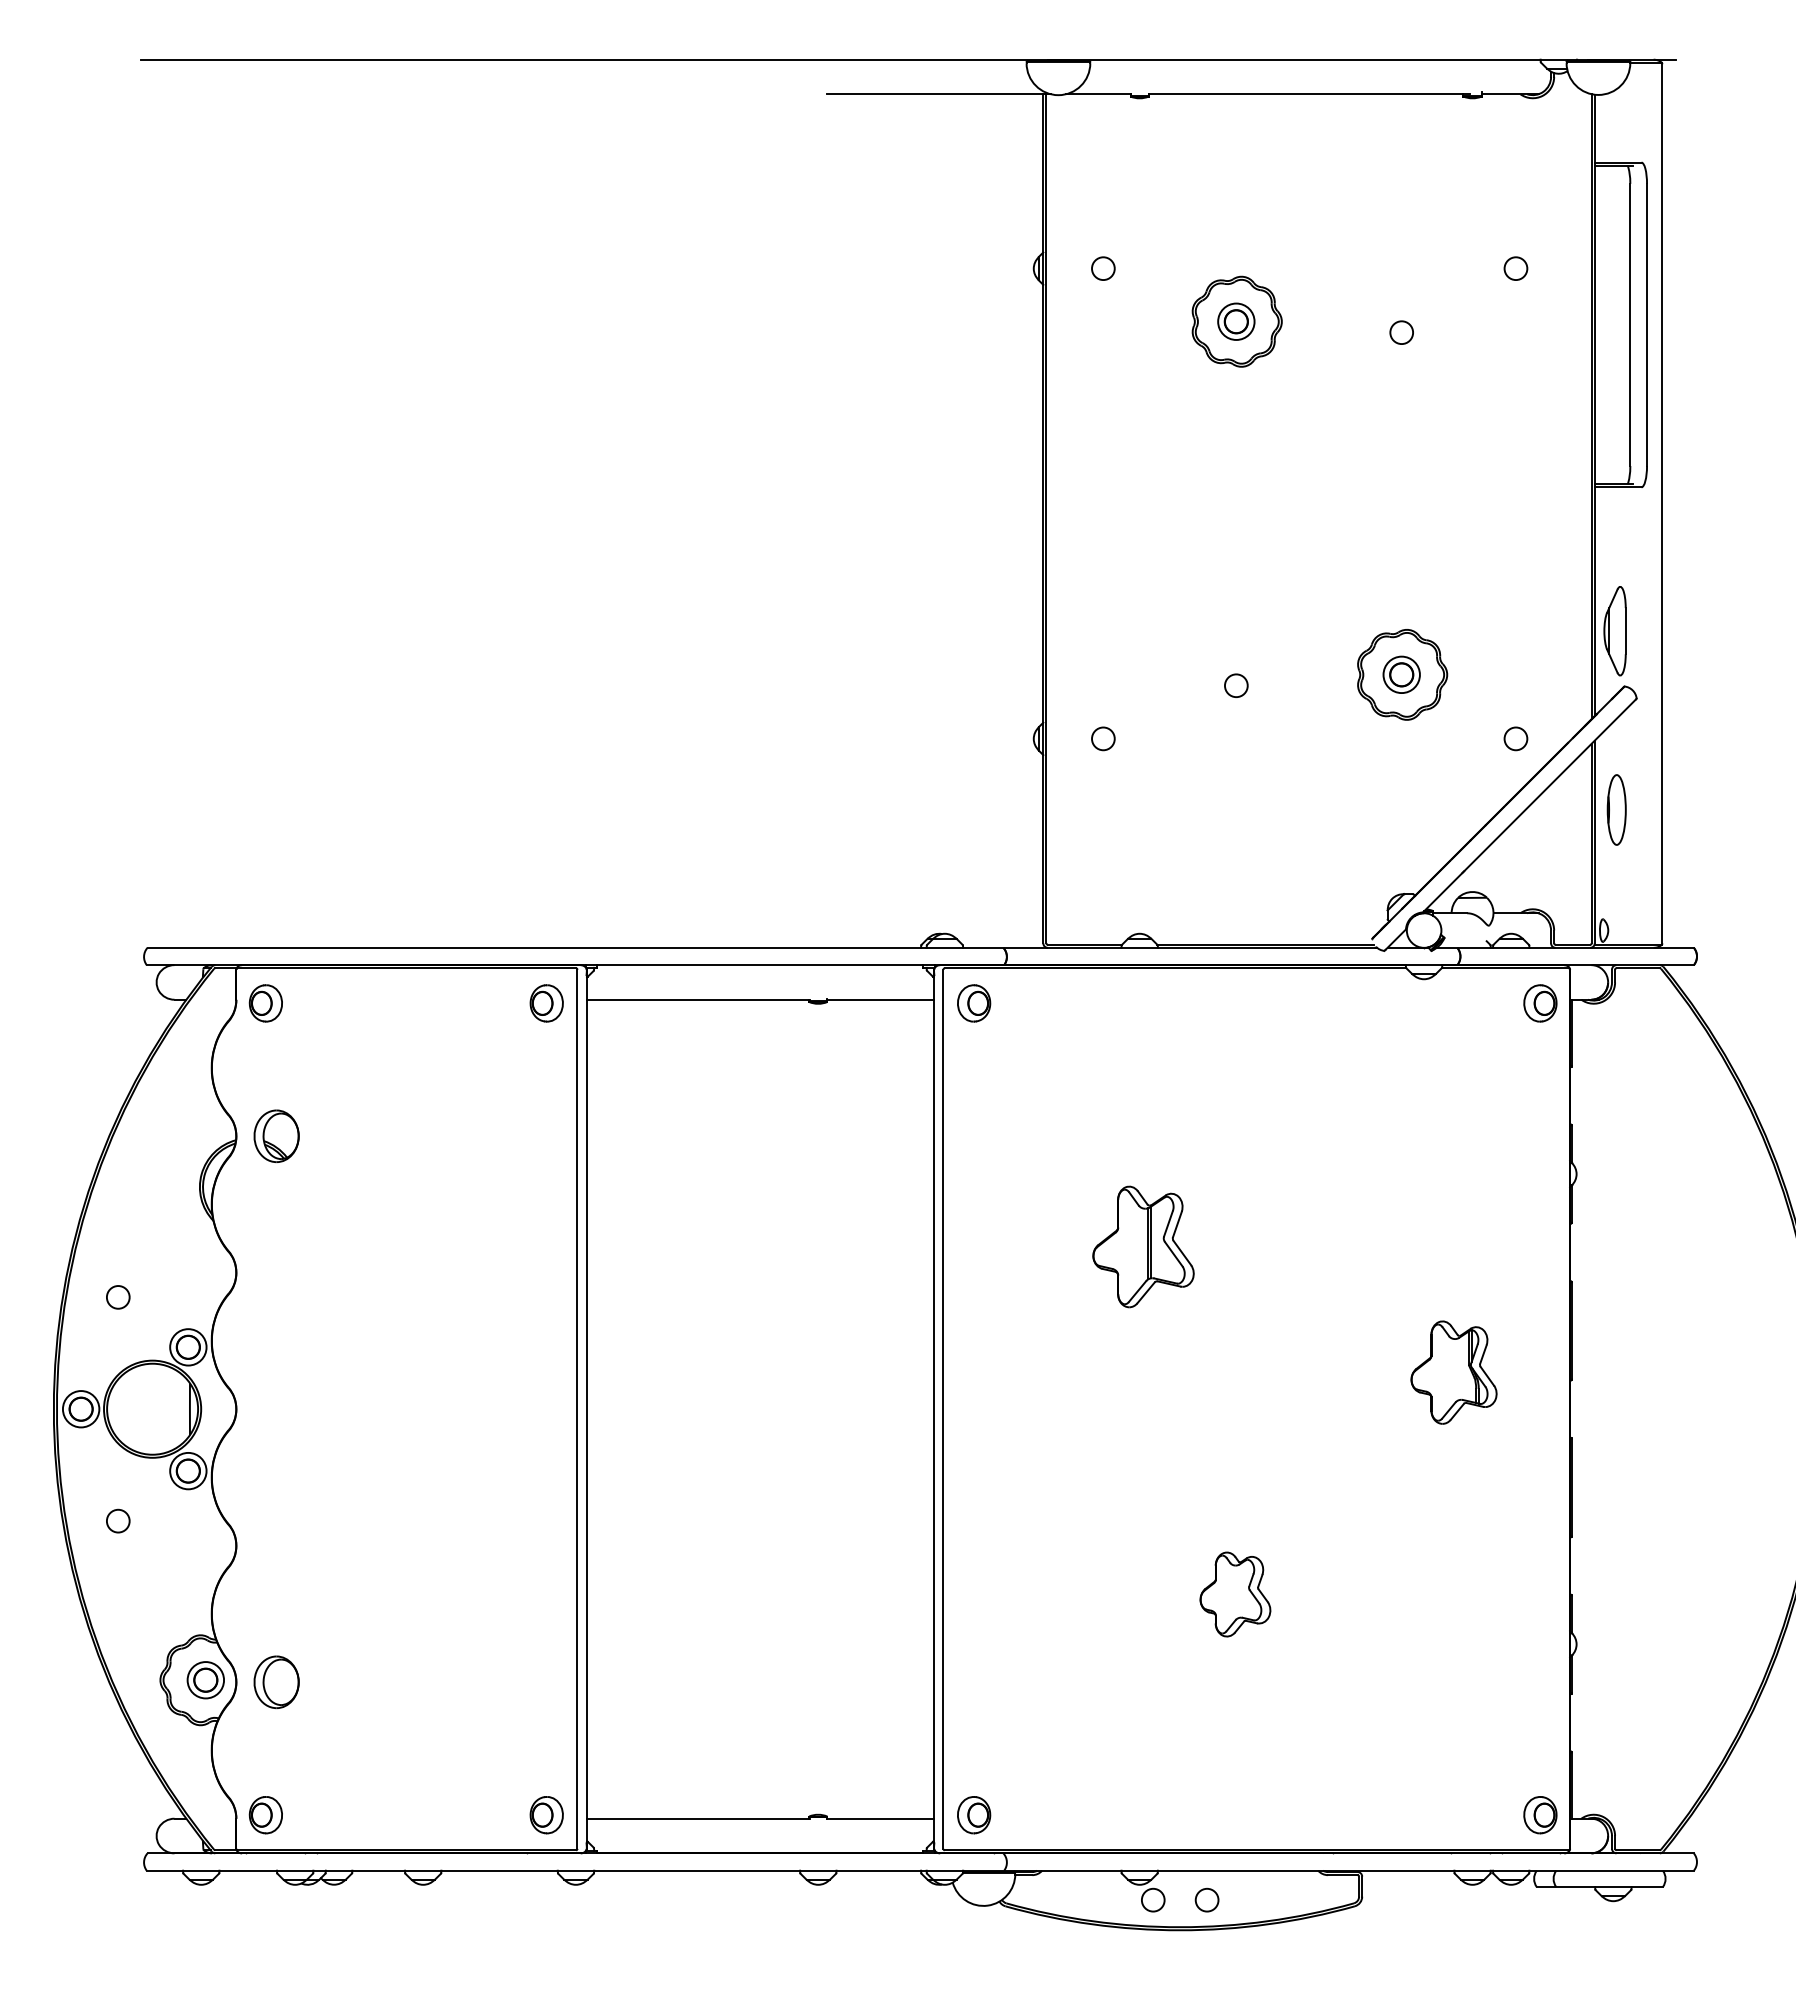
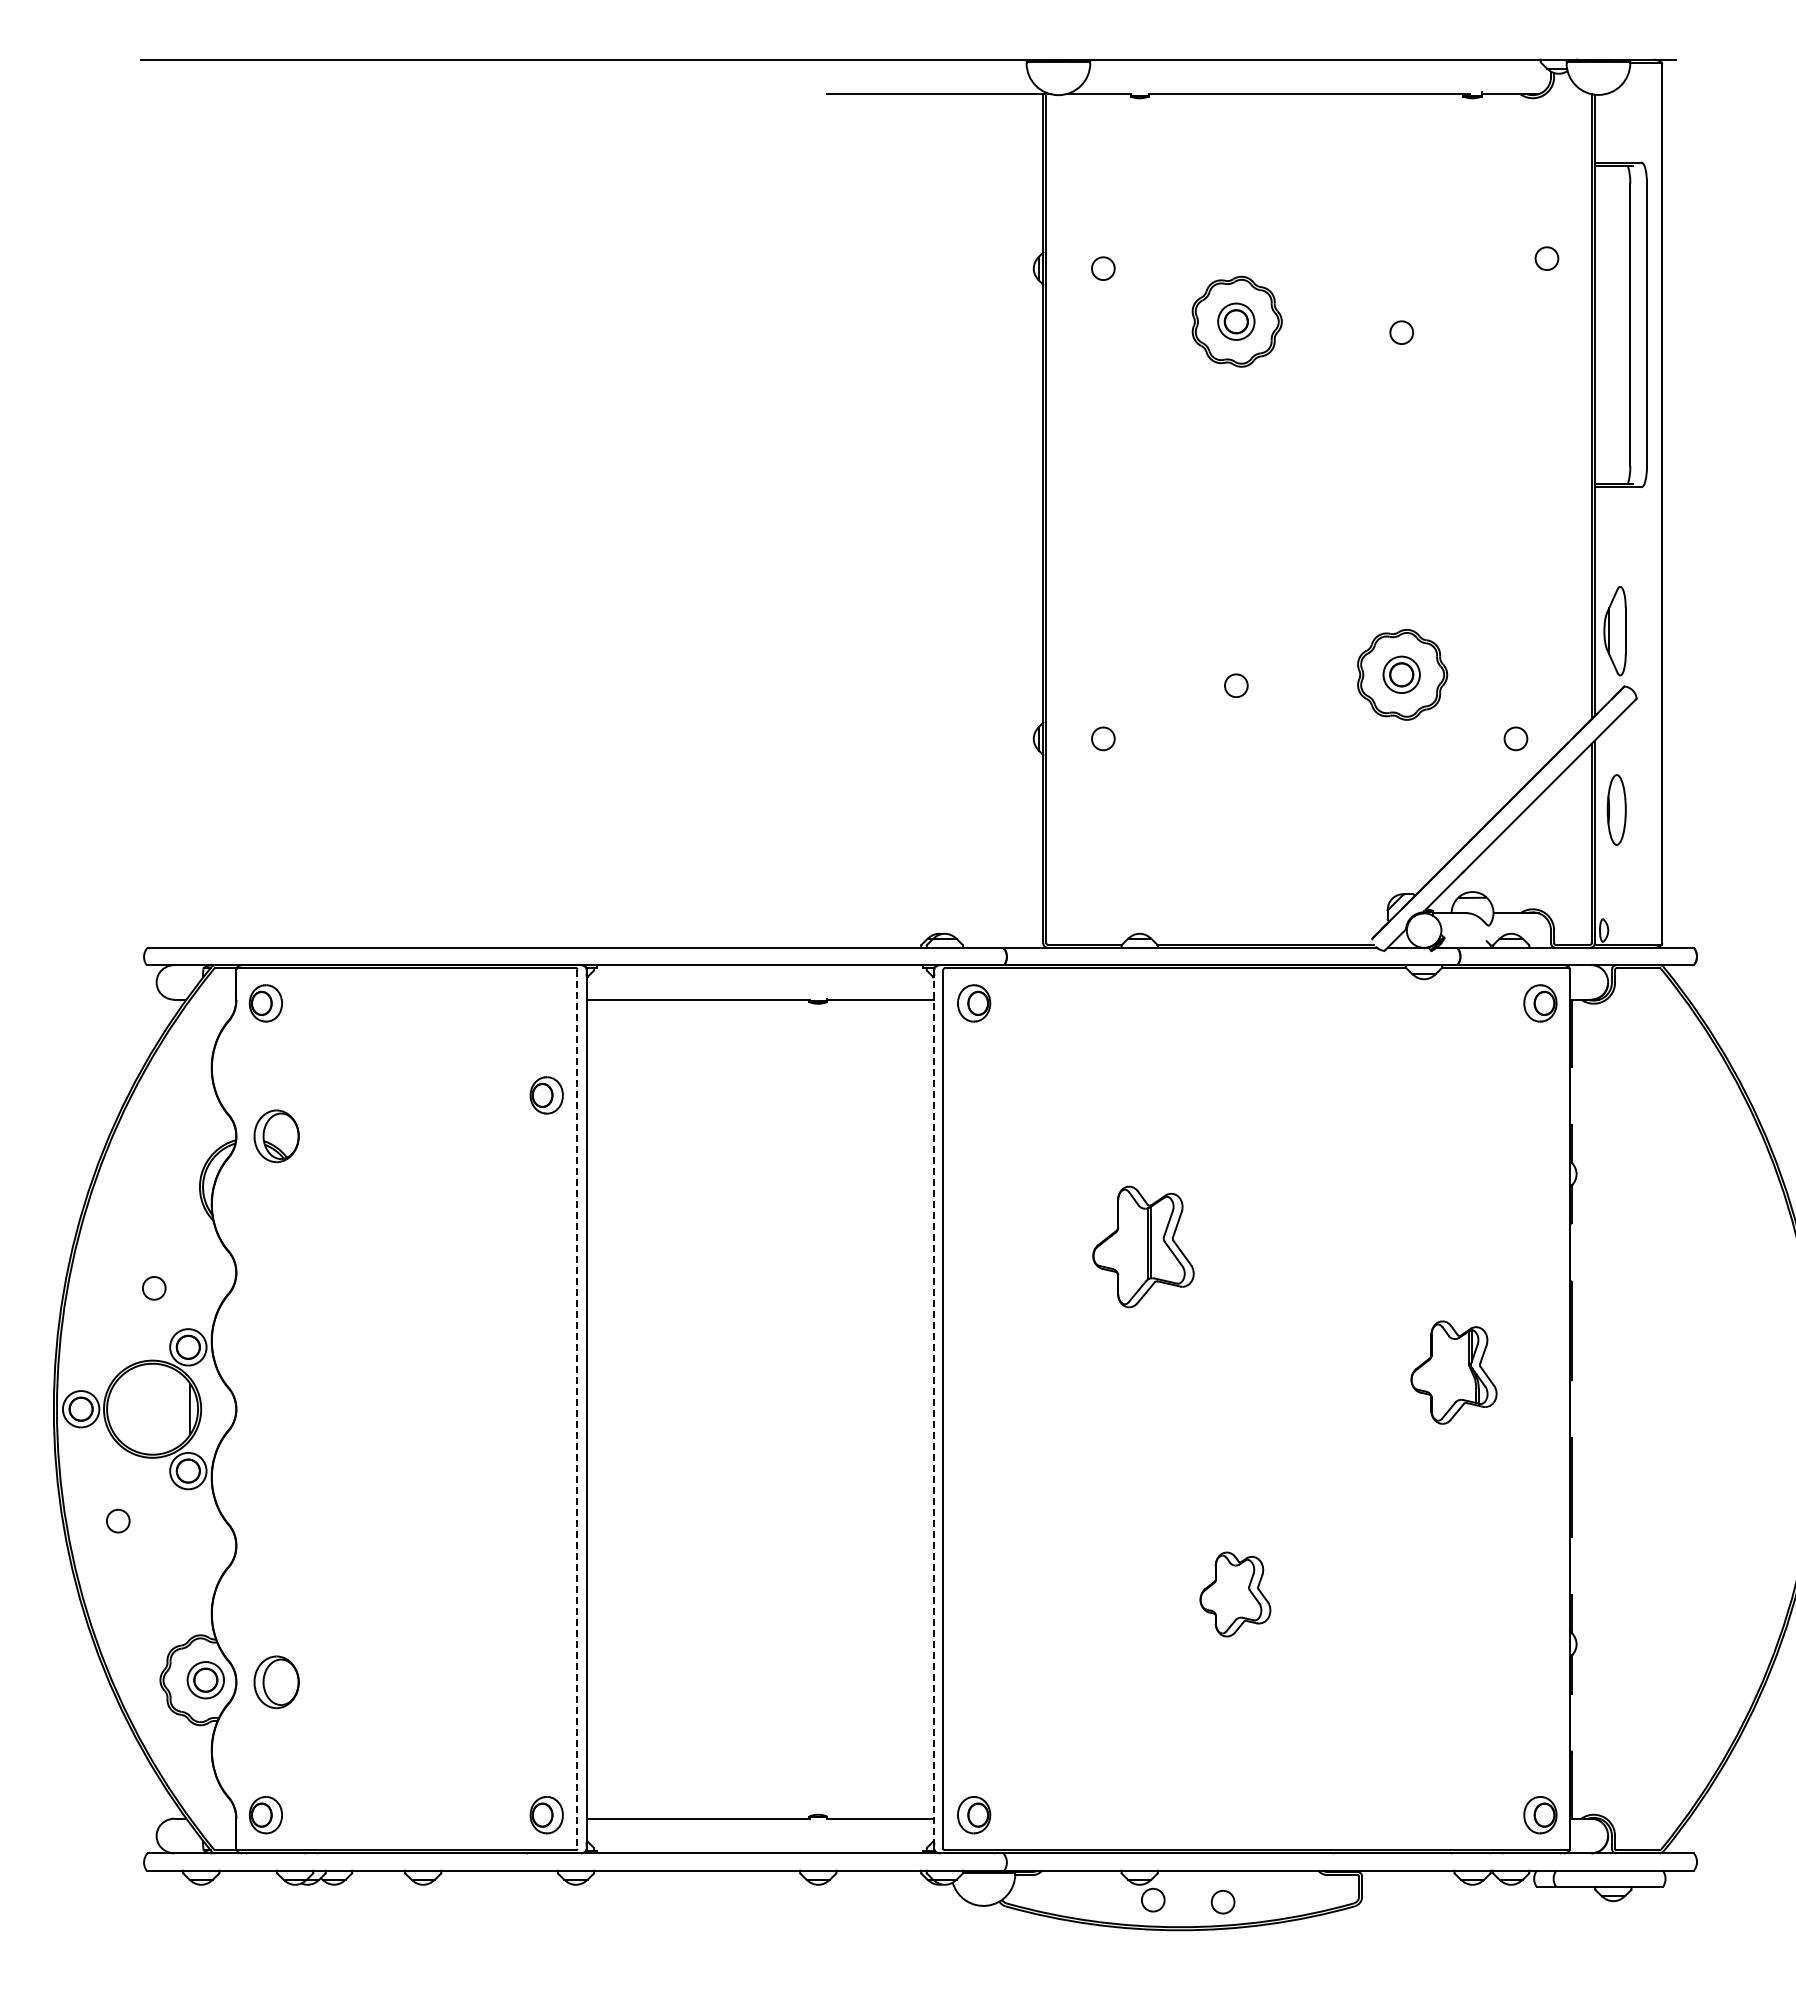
circle at (1515, 268) position: (1515, 268) -> (1546, 258)
part at (546, 1003) position: (546, 1003) -> (546, 1095)
circle at (118, 1297) position: (118, 1297) -> (154, 1288)
line at (577, 1409): solid -> dashed
line at (934, 1409): solid -> dashed
circle at (1206, 1899) position: (1206, 1899) -> (1222, 1901)
